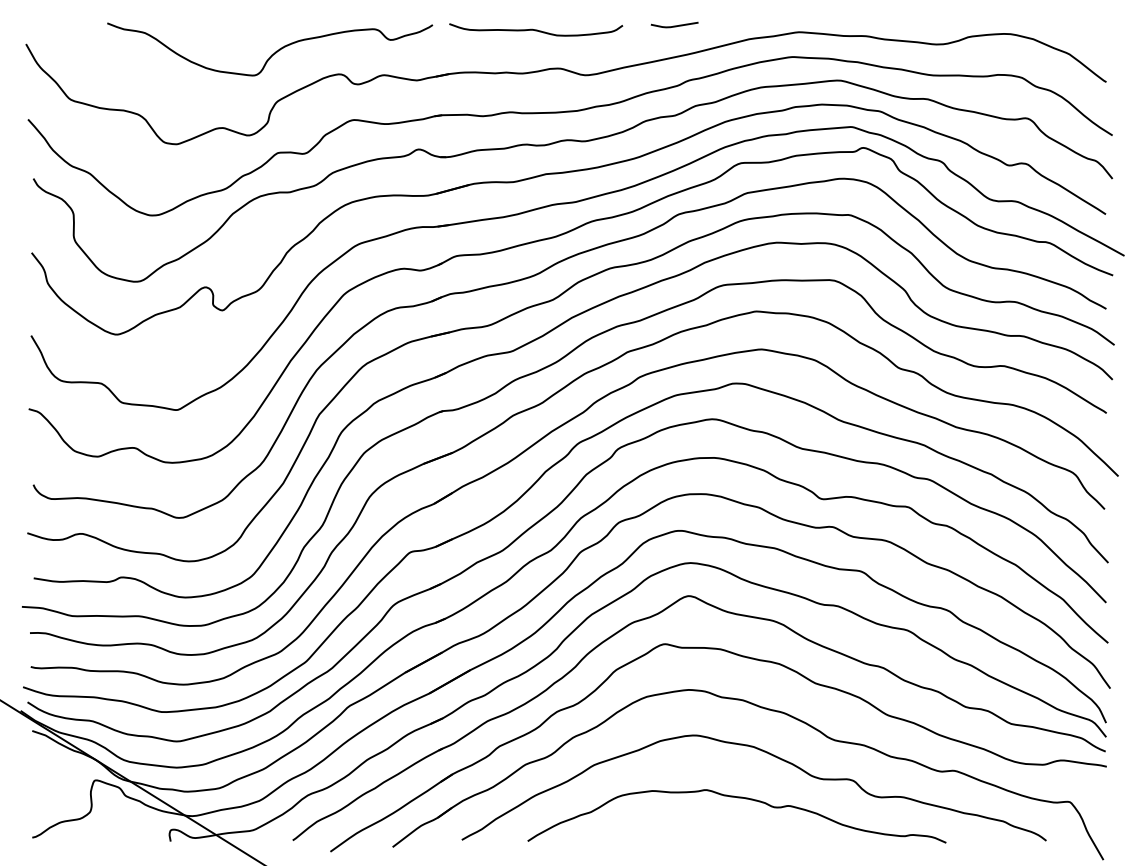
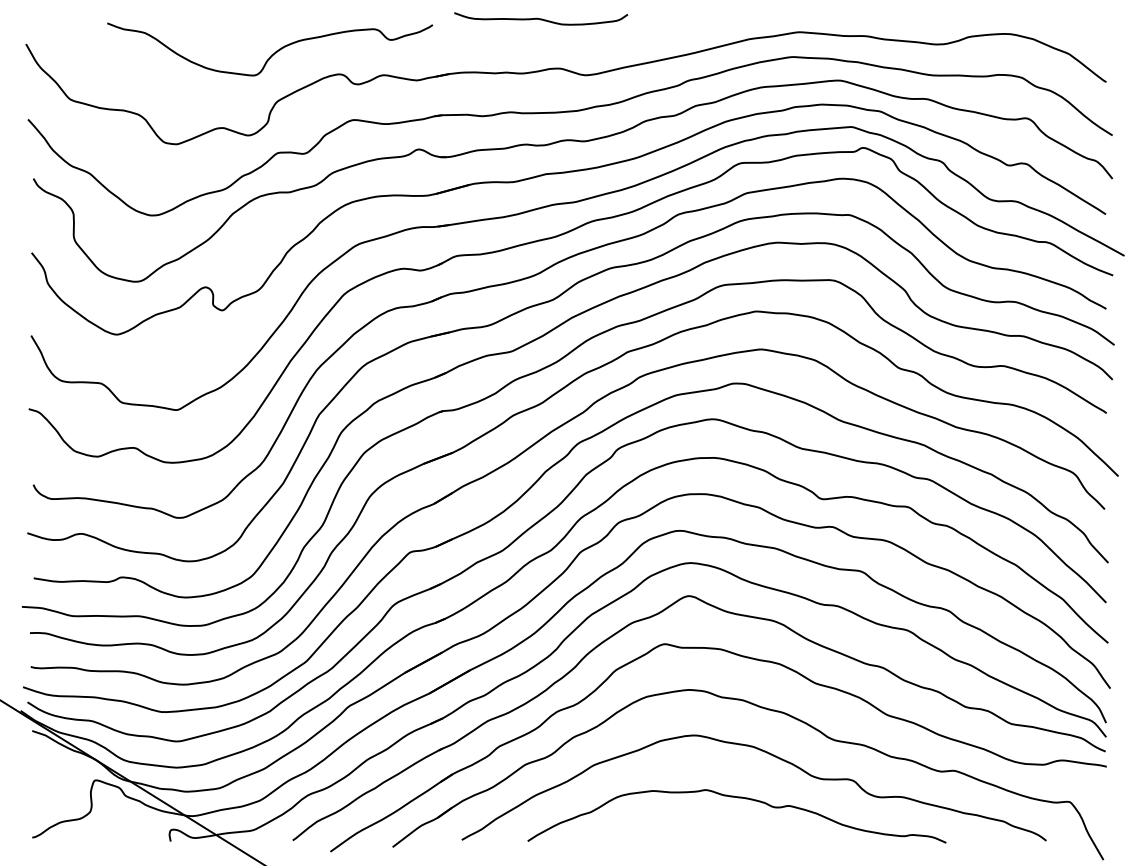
line at (674, 25): present -> none
curve at (536, 29) position: (536, 29) -> (541, 18)
